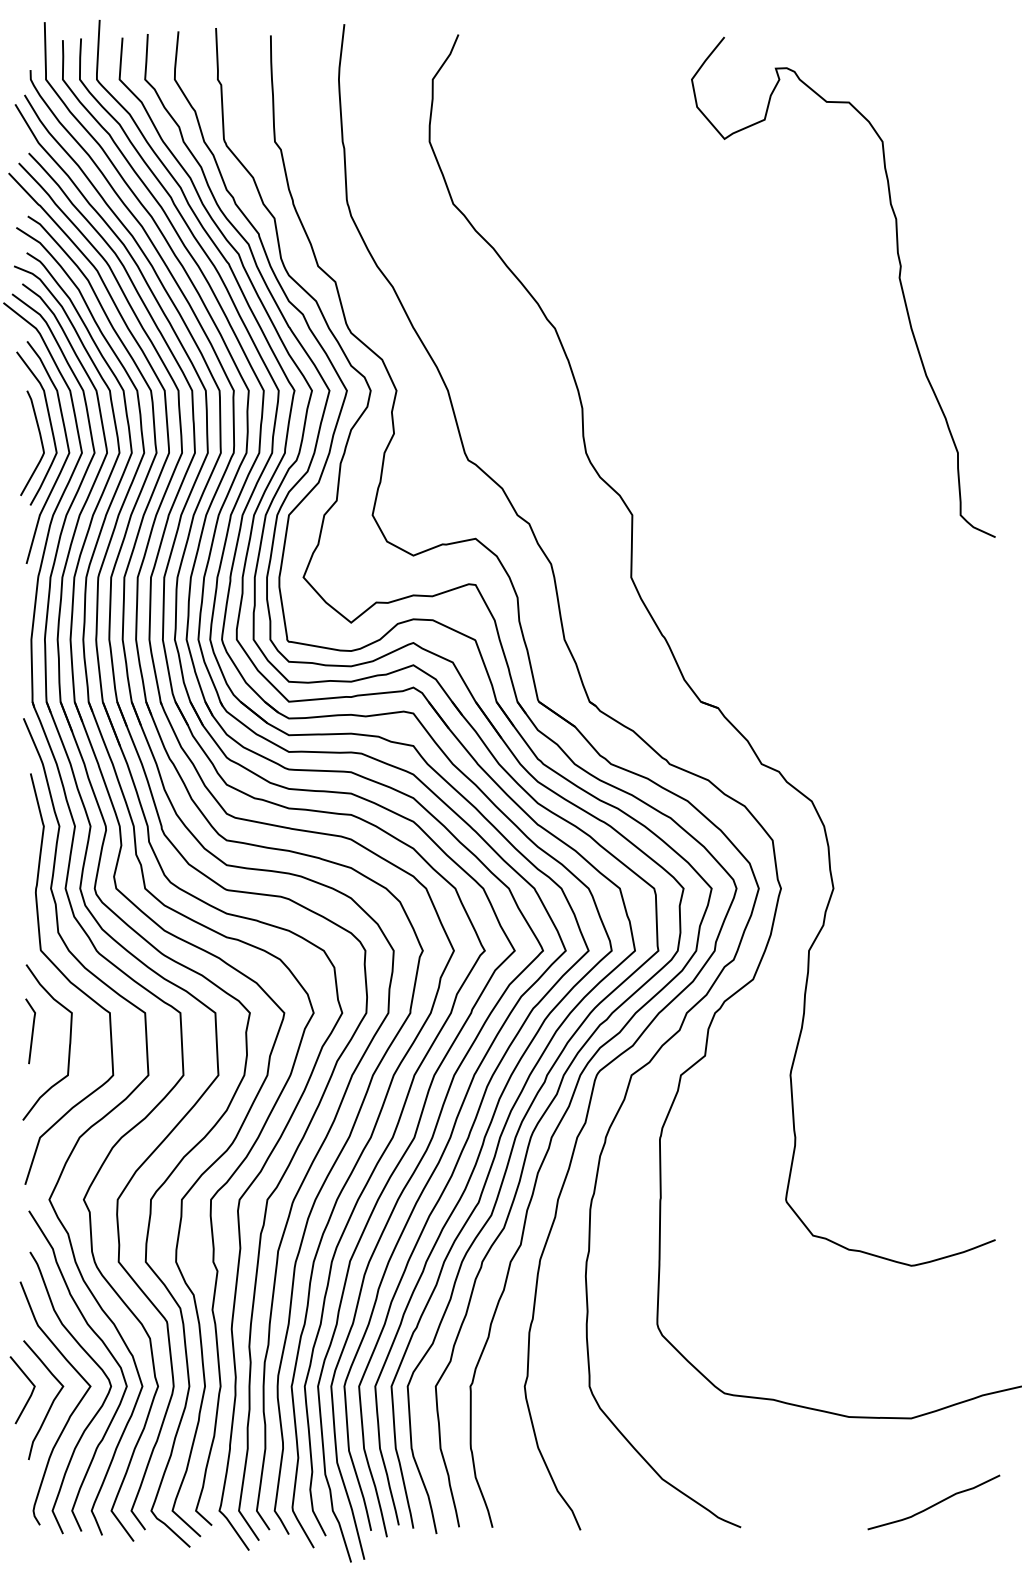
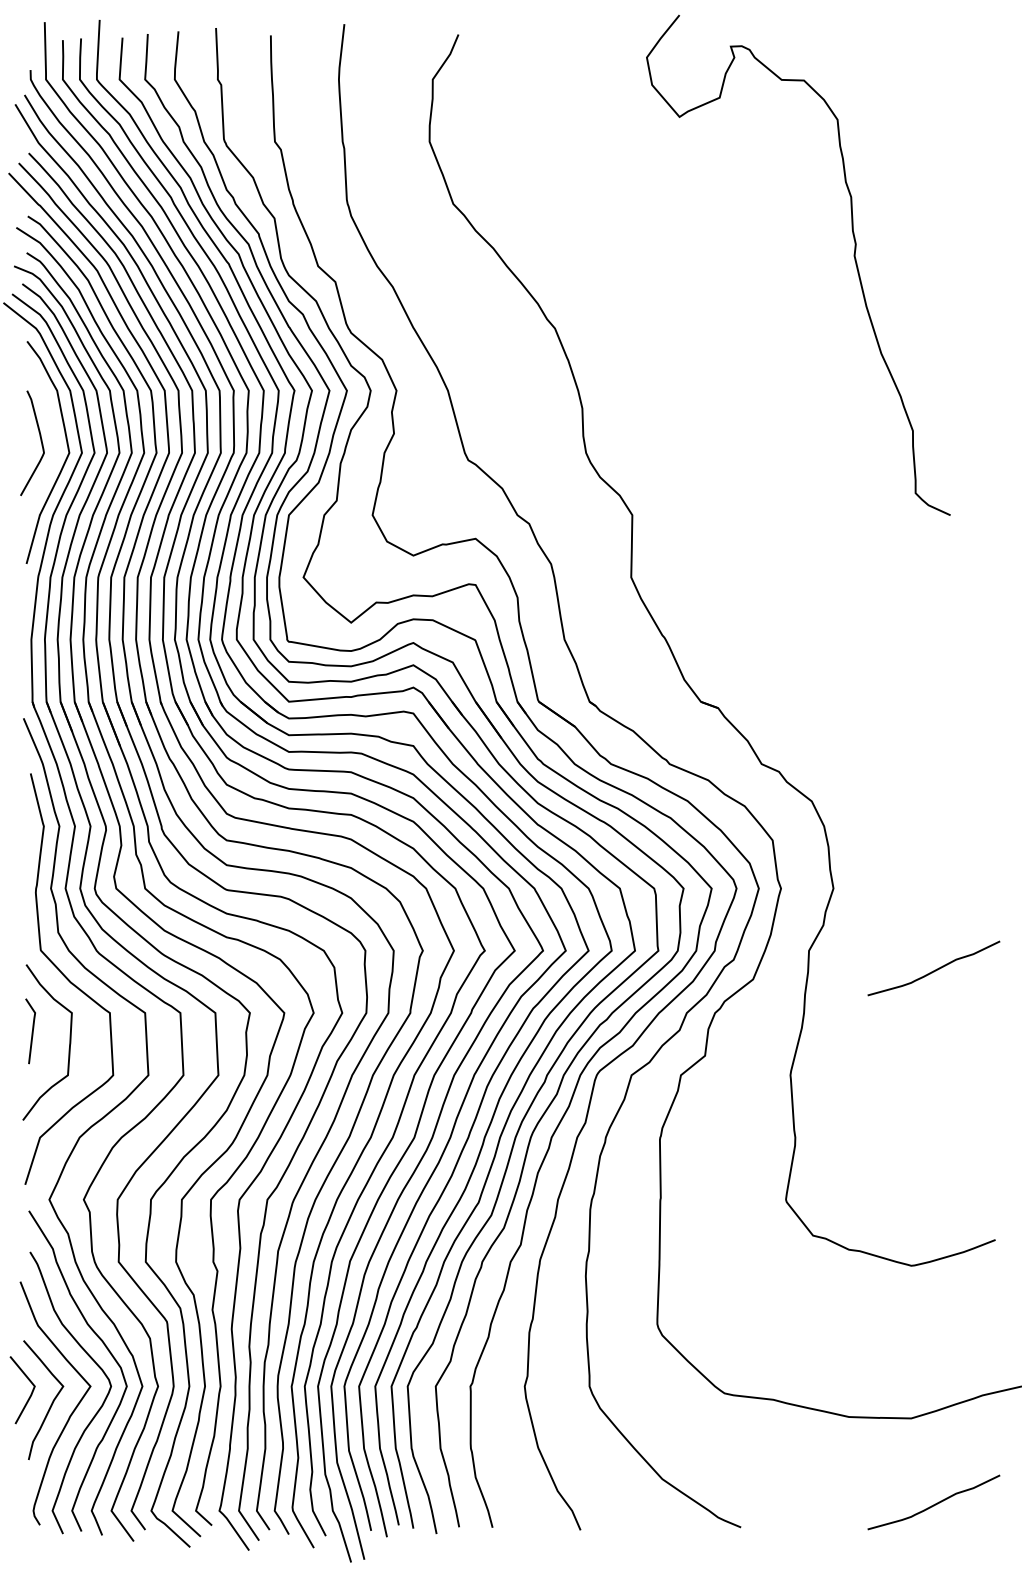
curve at (898, 278) position: (898, 278) -> (853, 256)
curve at (49, 423): present -> none
curve at (933, 970): none -> present
